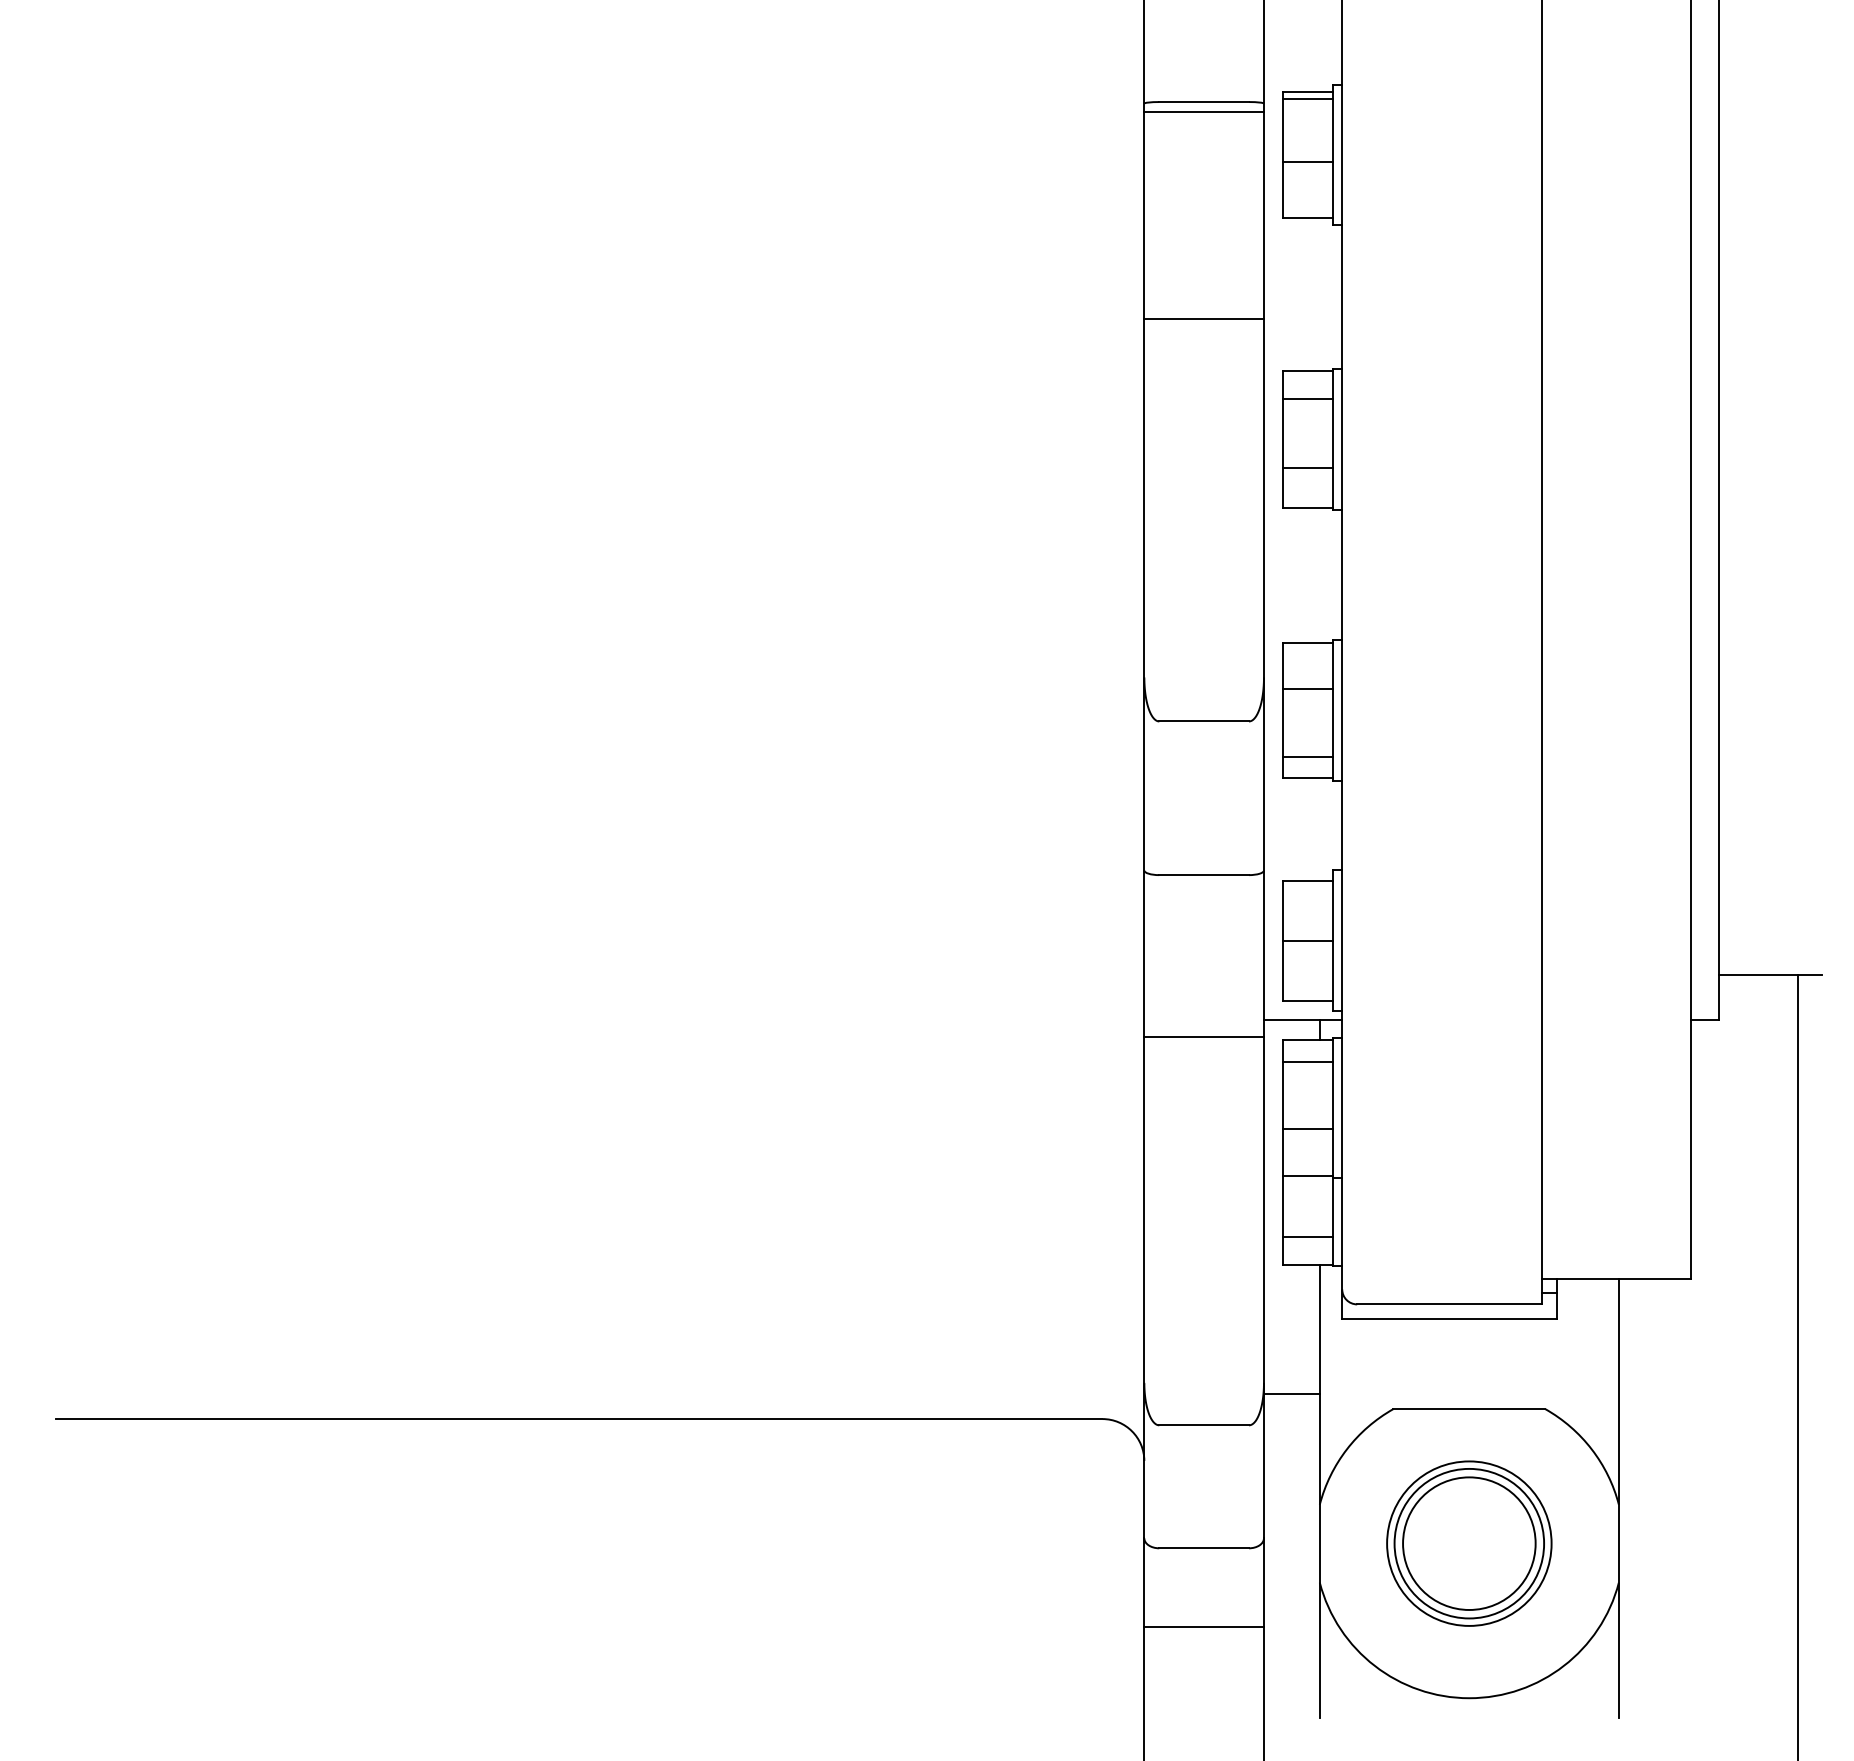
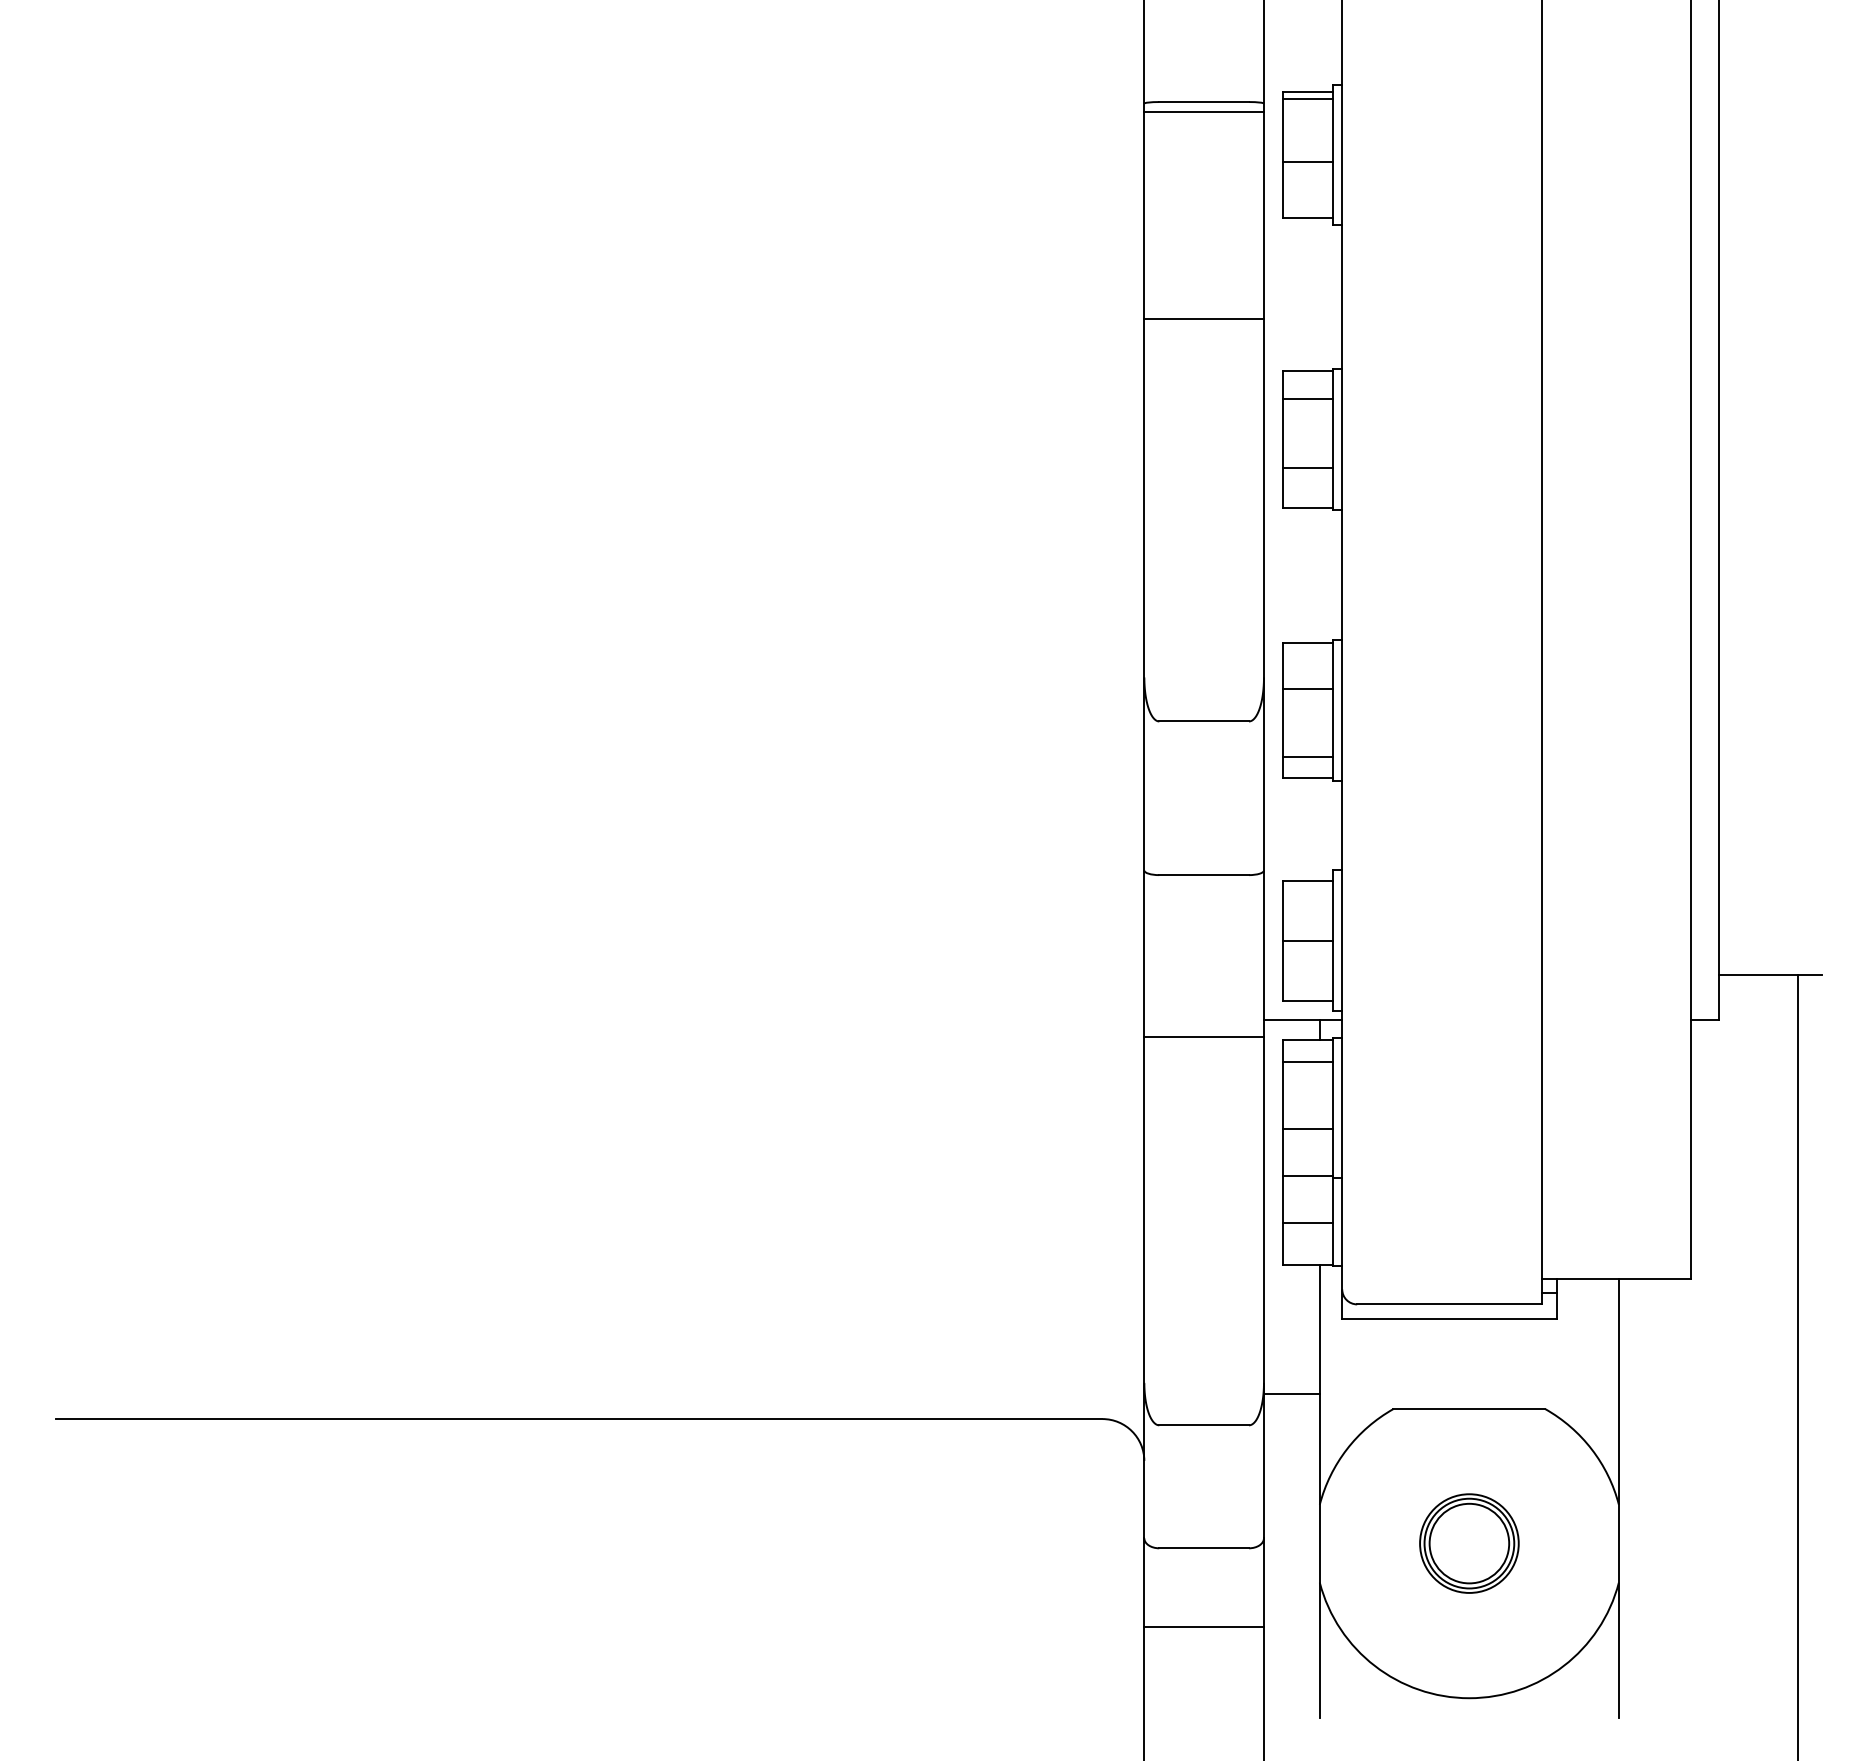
line at (1308, 1236) position: (1308, 1236) -> (1308, 1222)
part at (1469, 1543) size: 167x167 px -> 101x101 px
